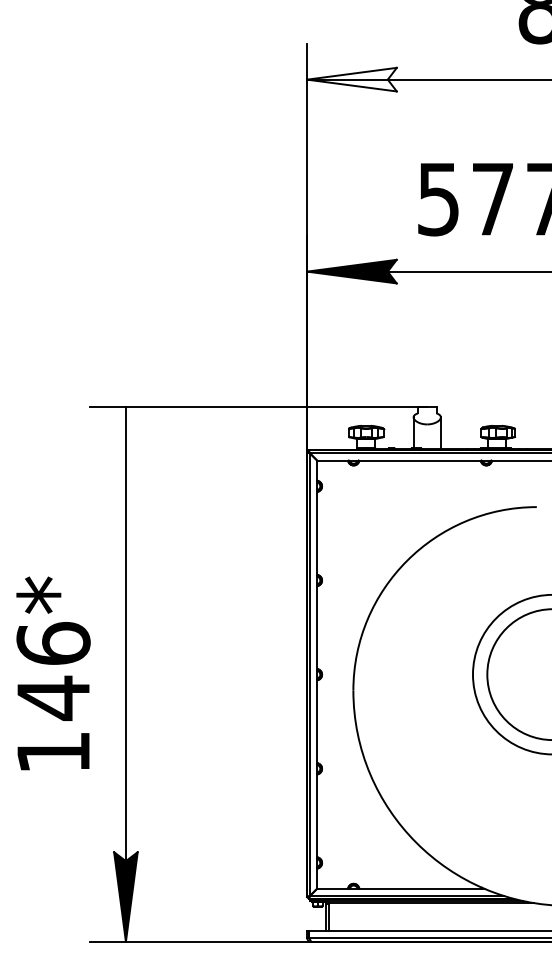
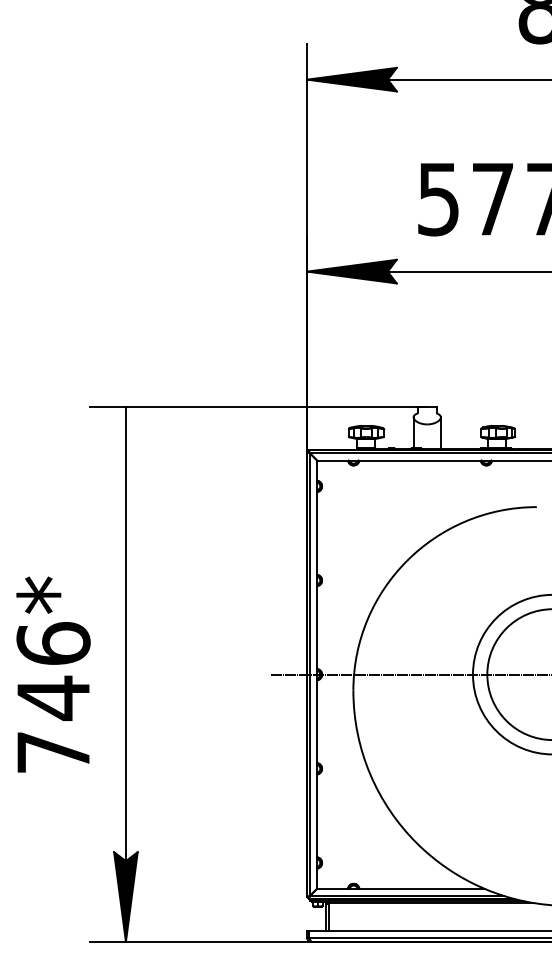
fill at (351, 79): none -> present
line at (409, 674): none -> present
text at (53, 752): 146* -> 746*
